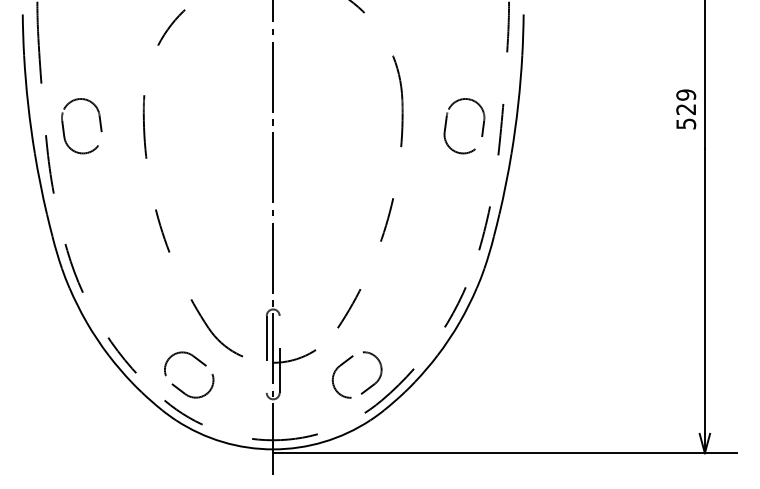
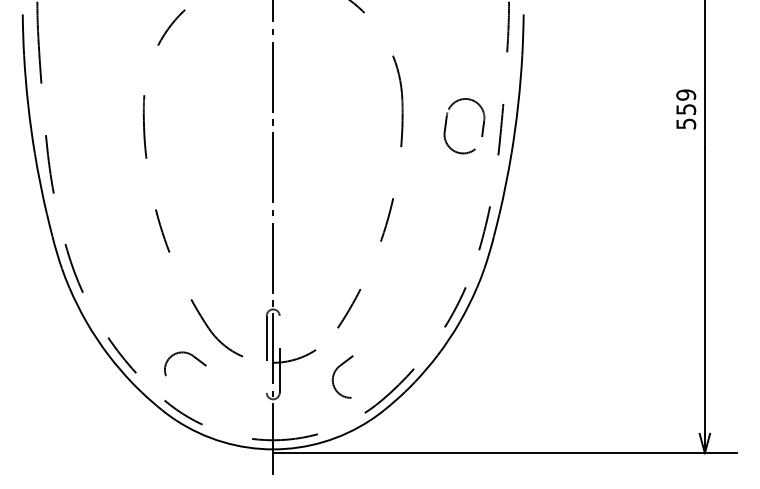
text at (686, 109): 529 -> 559
part at (64, 128): present -> none
part at (379, 375): present -> none
part at (186, 393): present -> none
